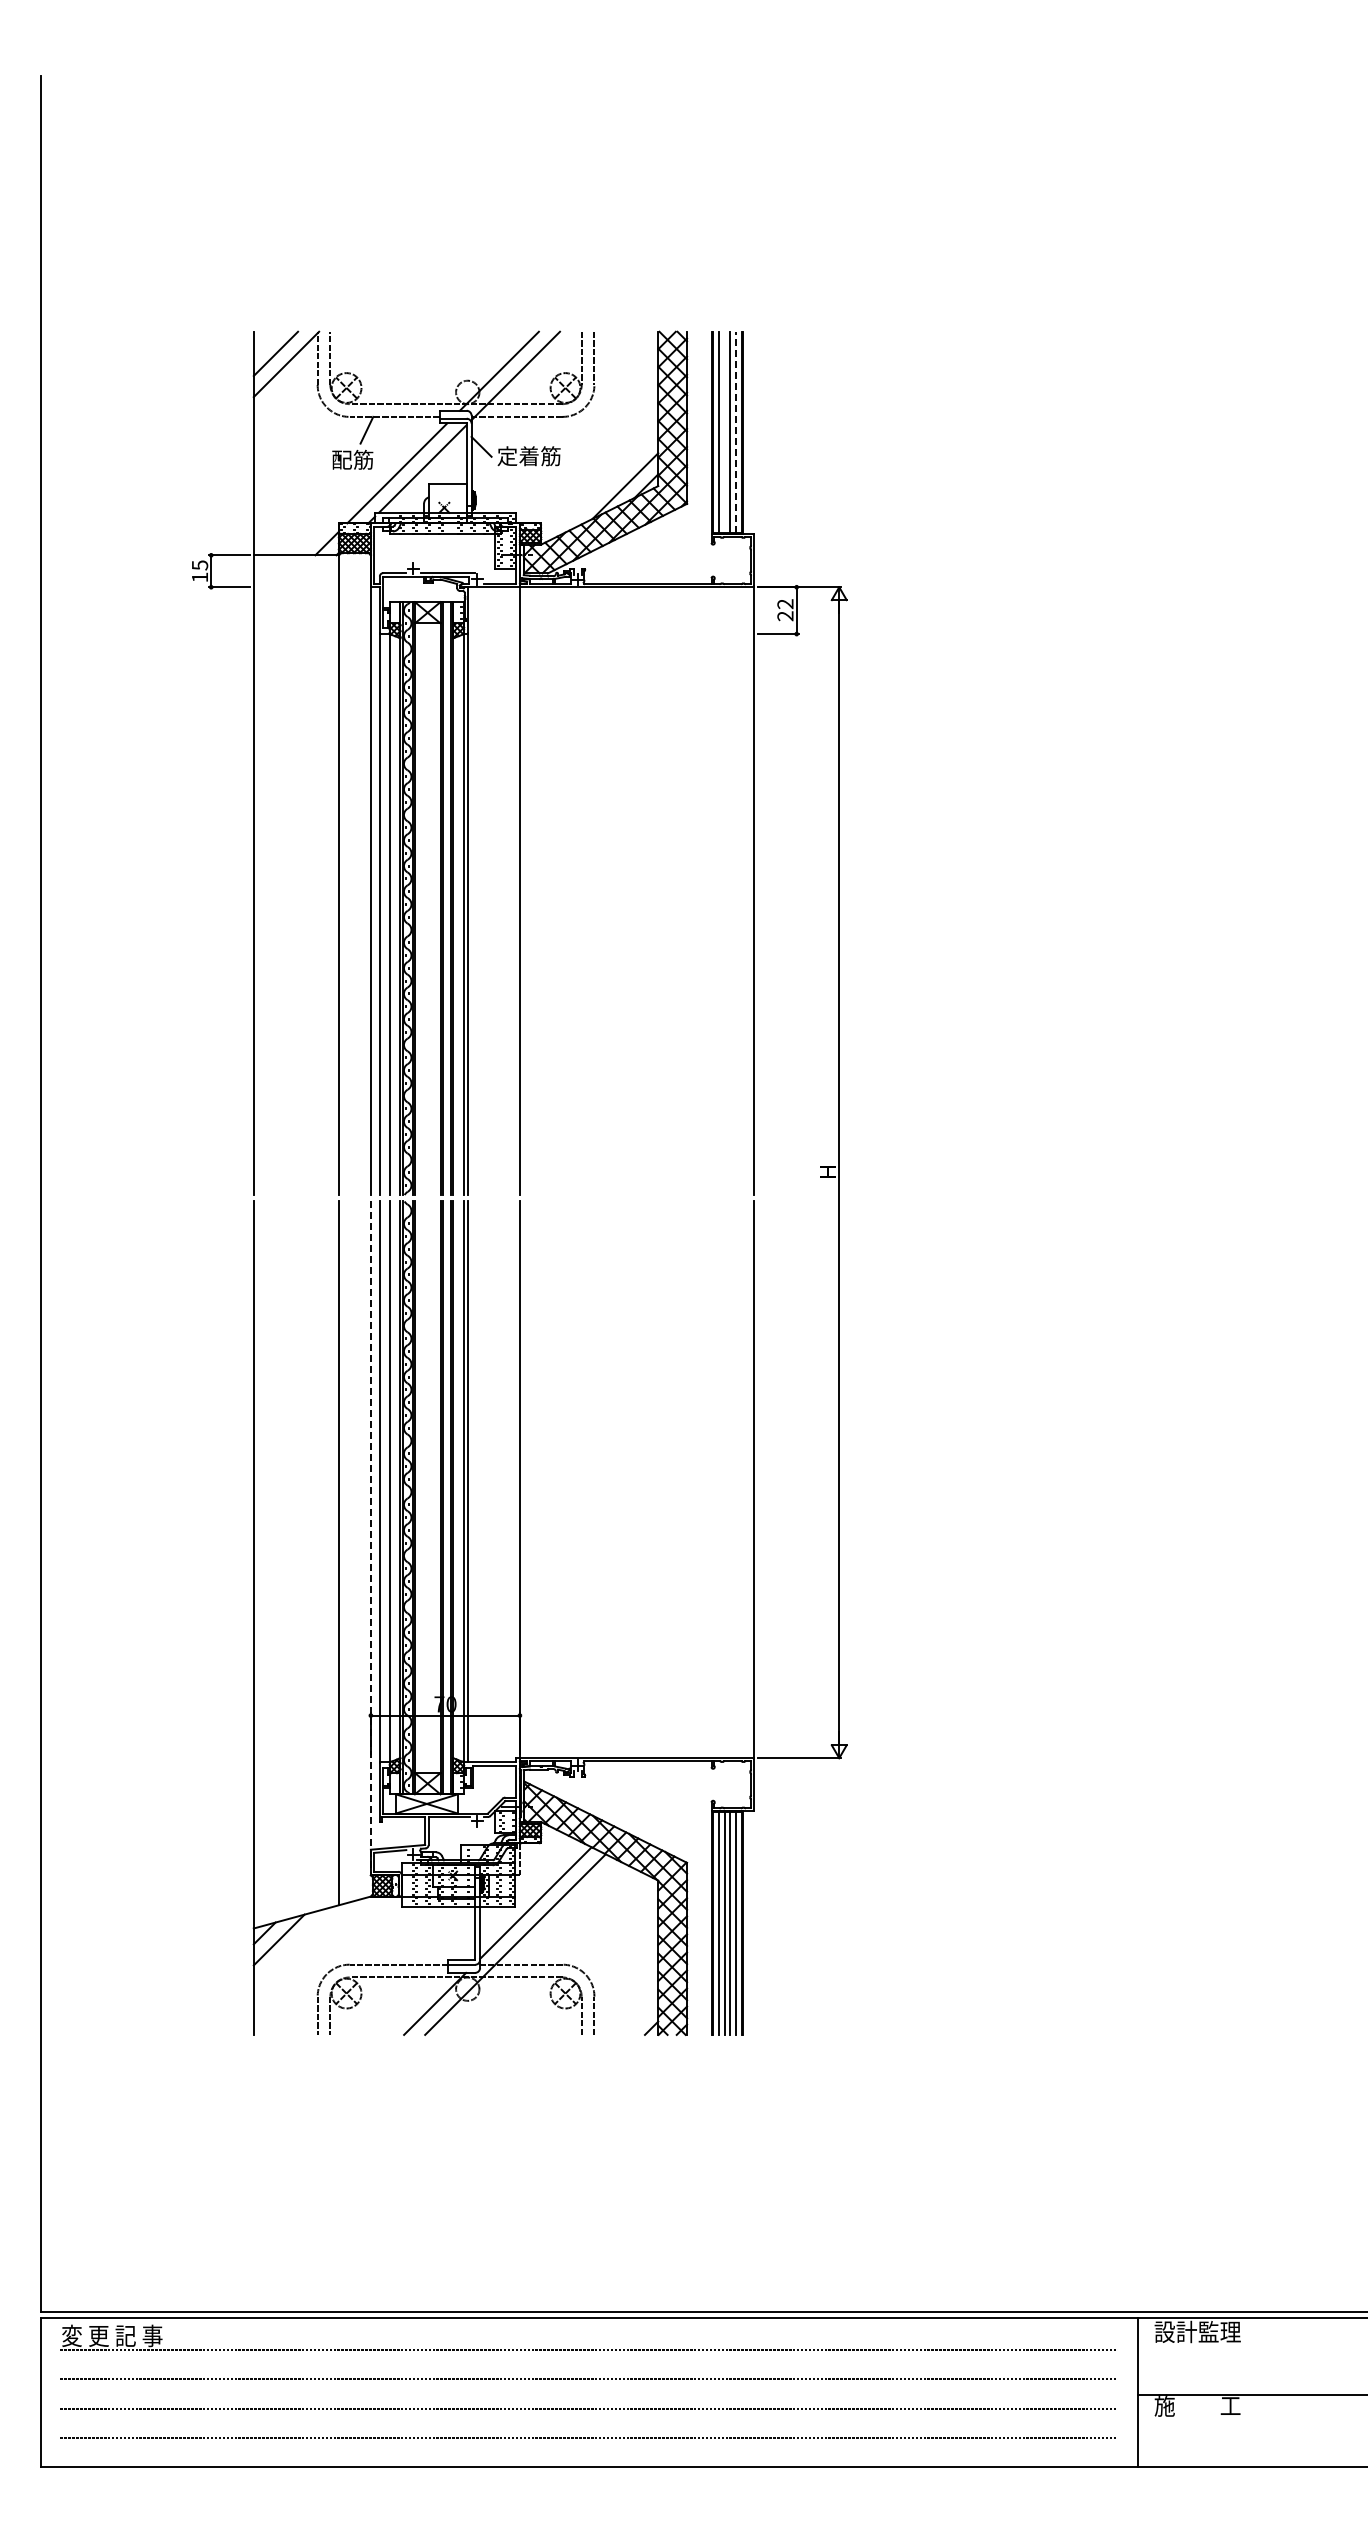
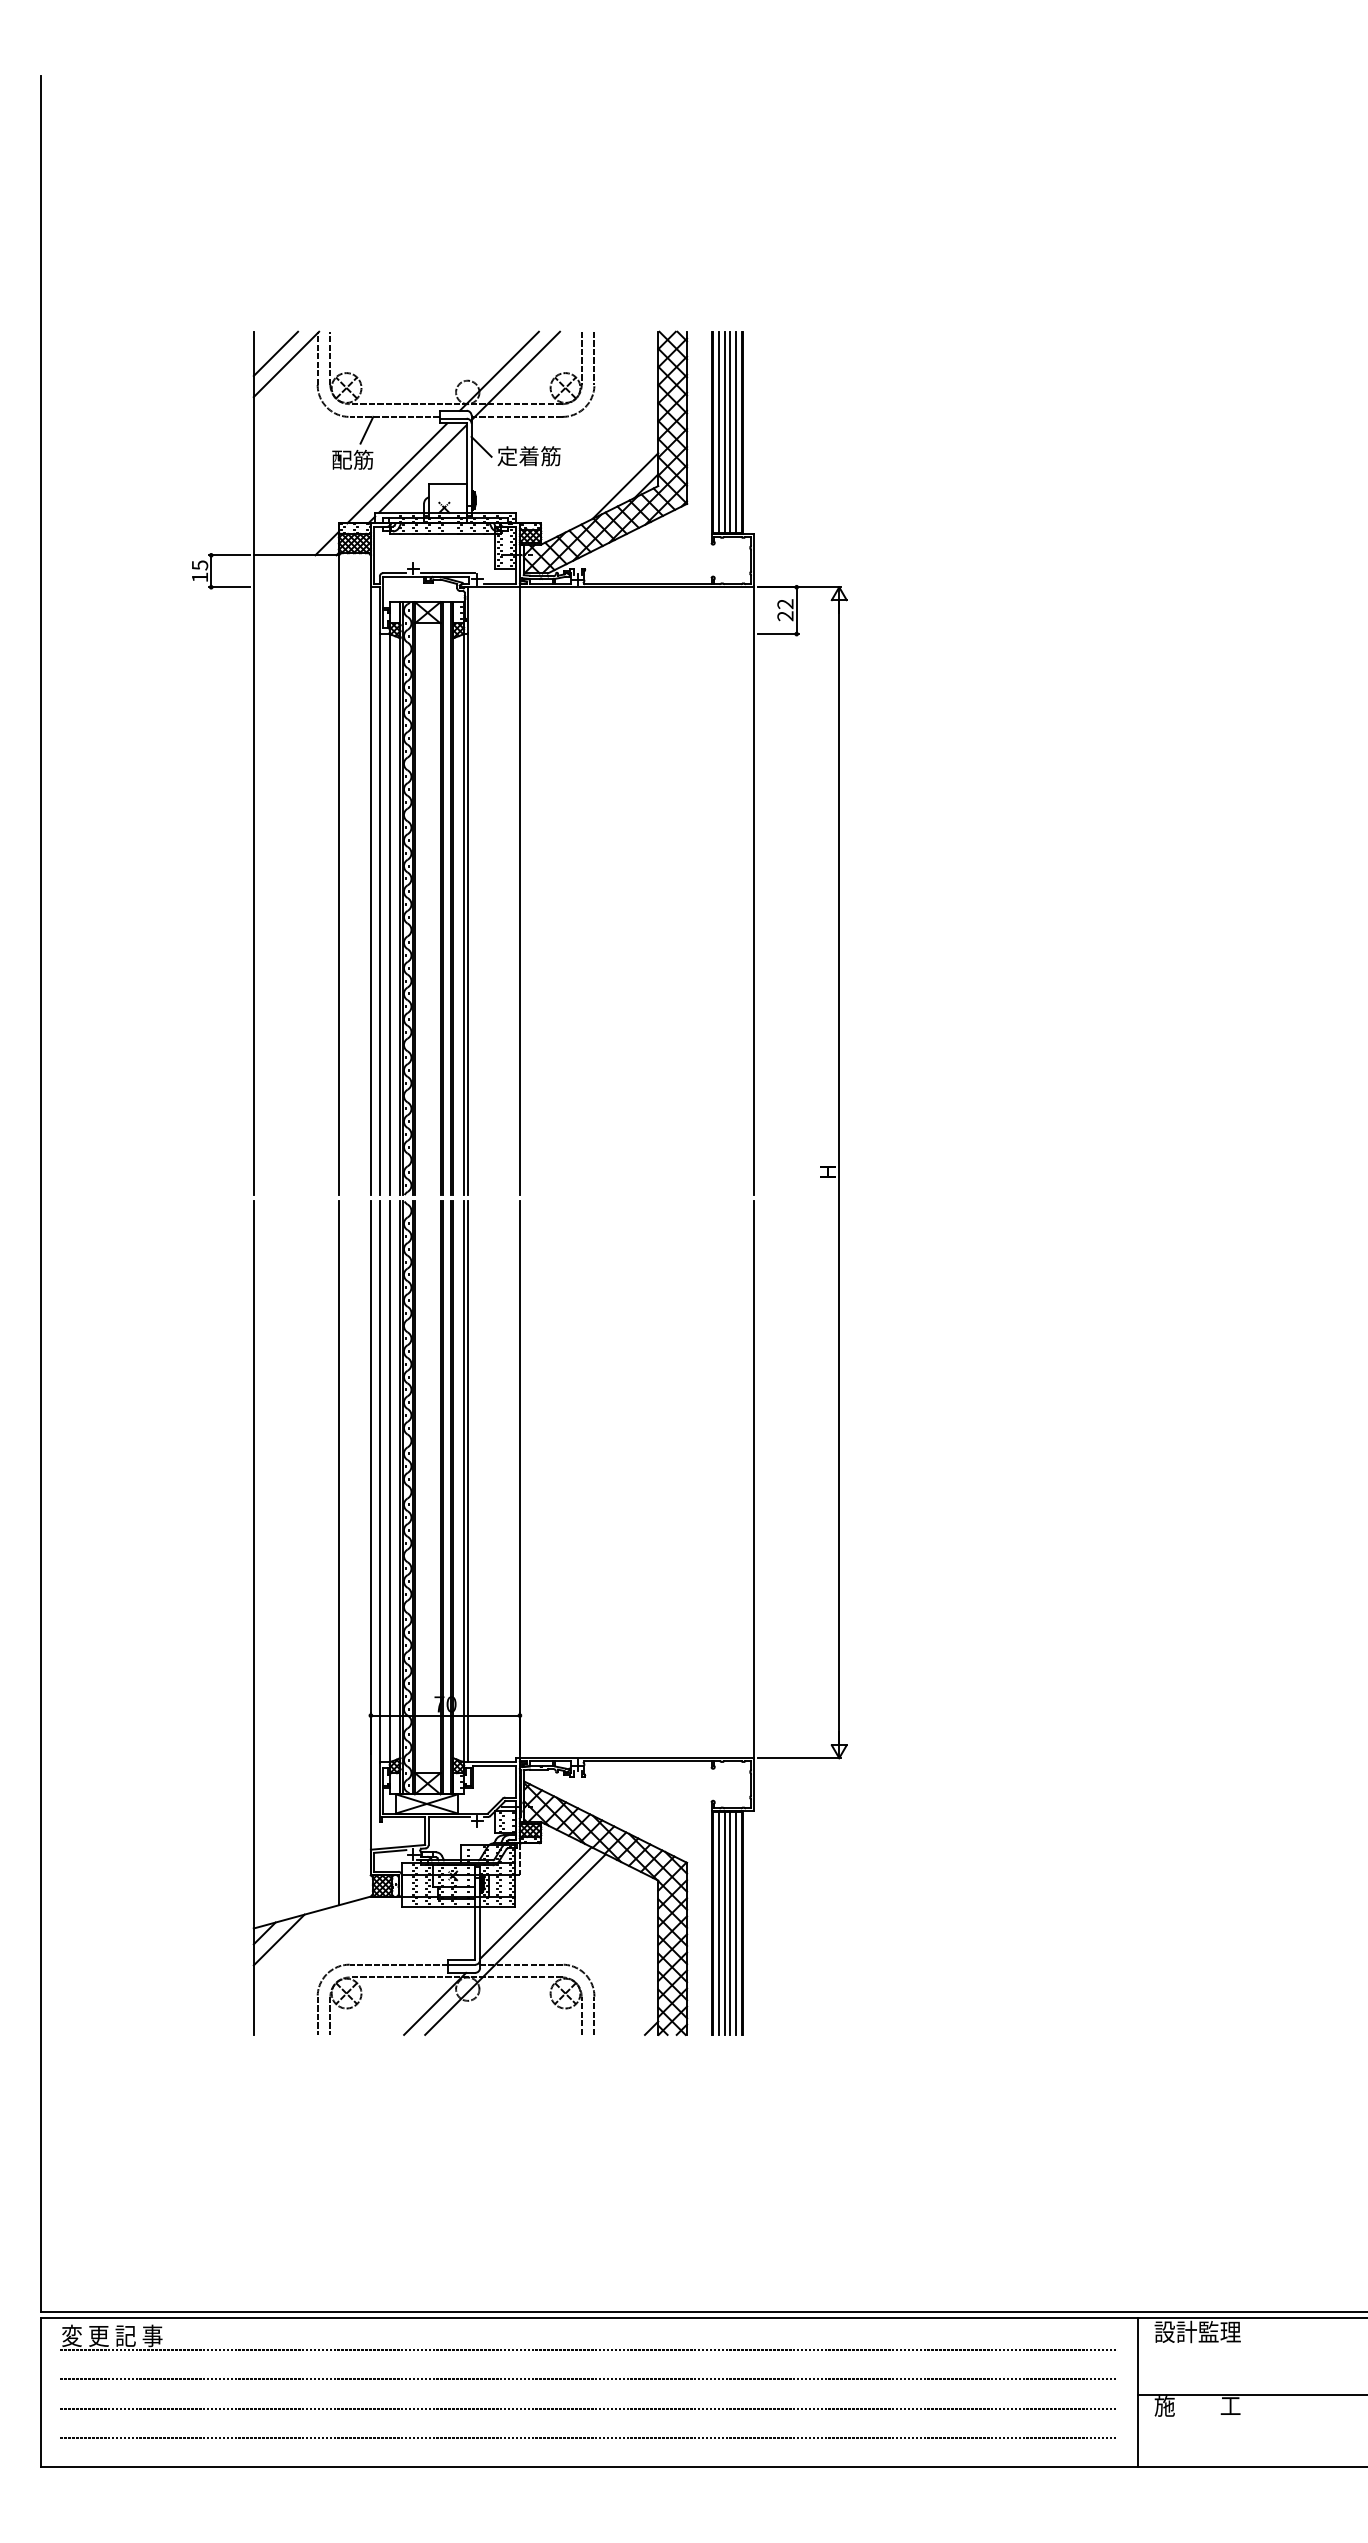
line at (724, 431): none -> present
line at (736, 432): dashed -> solid
line at (370, 1538): dashed -> solid
